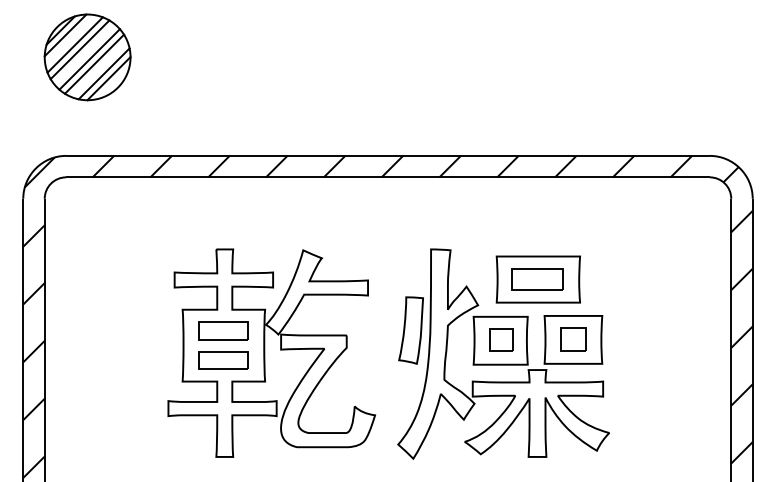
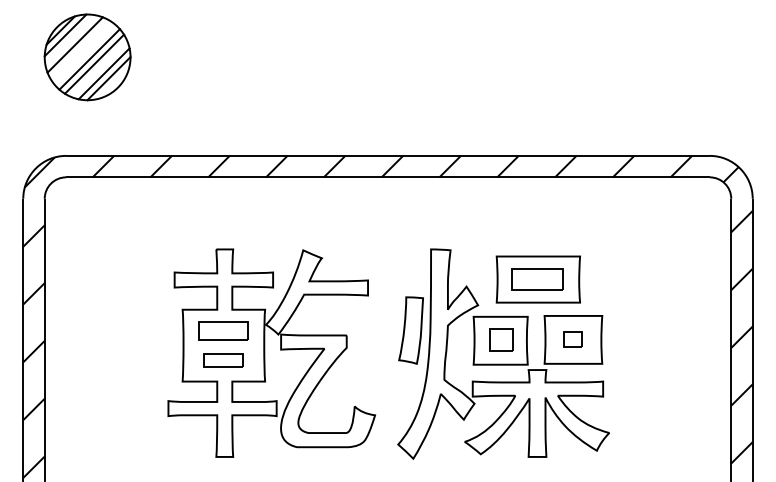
line at (79, 49): present -> none
part at (573, 339) size: 27x25 px -> 20x17 px
part at (223, 360) size: 51x19 px -> 41x15 px
